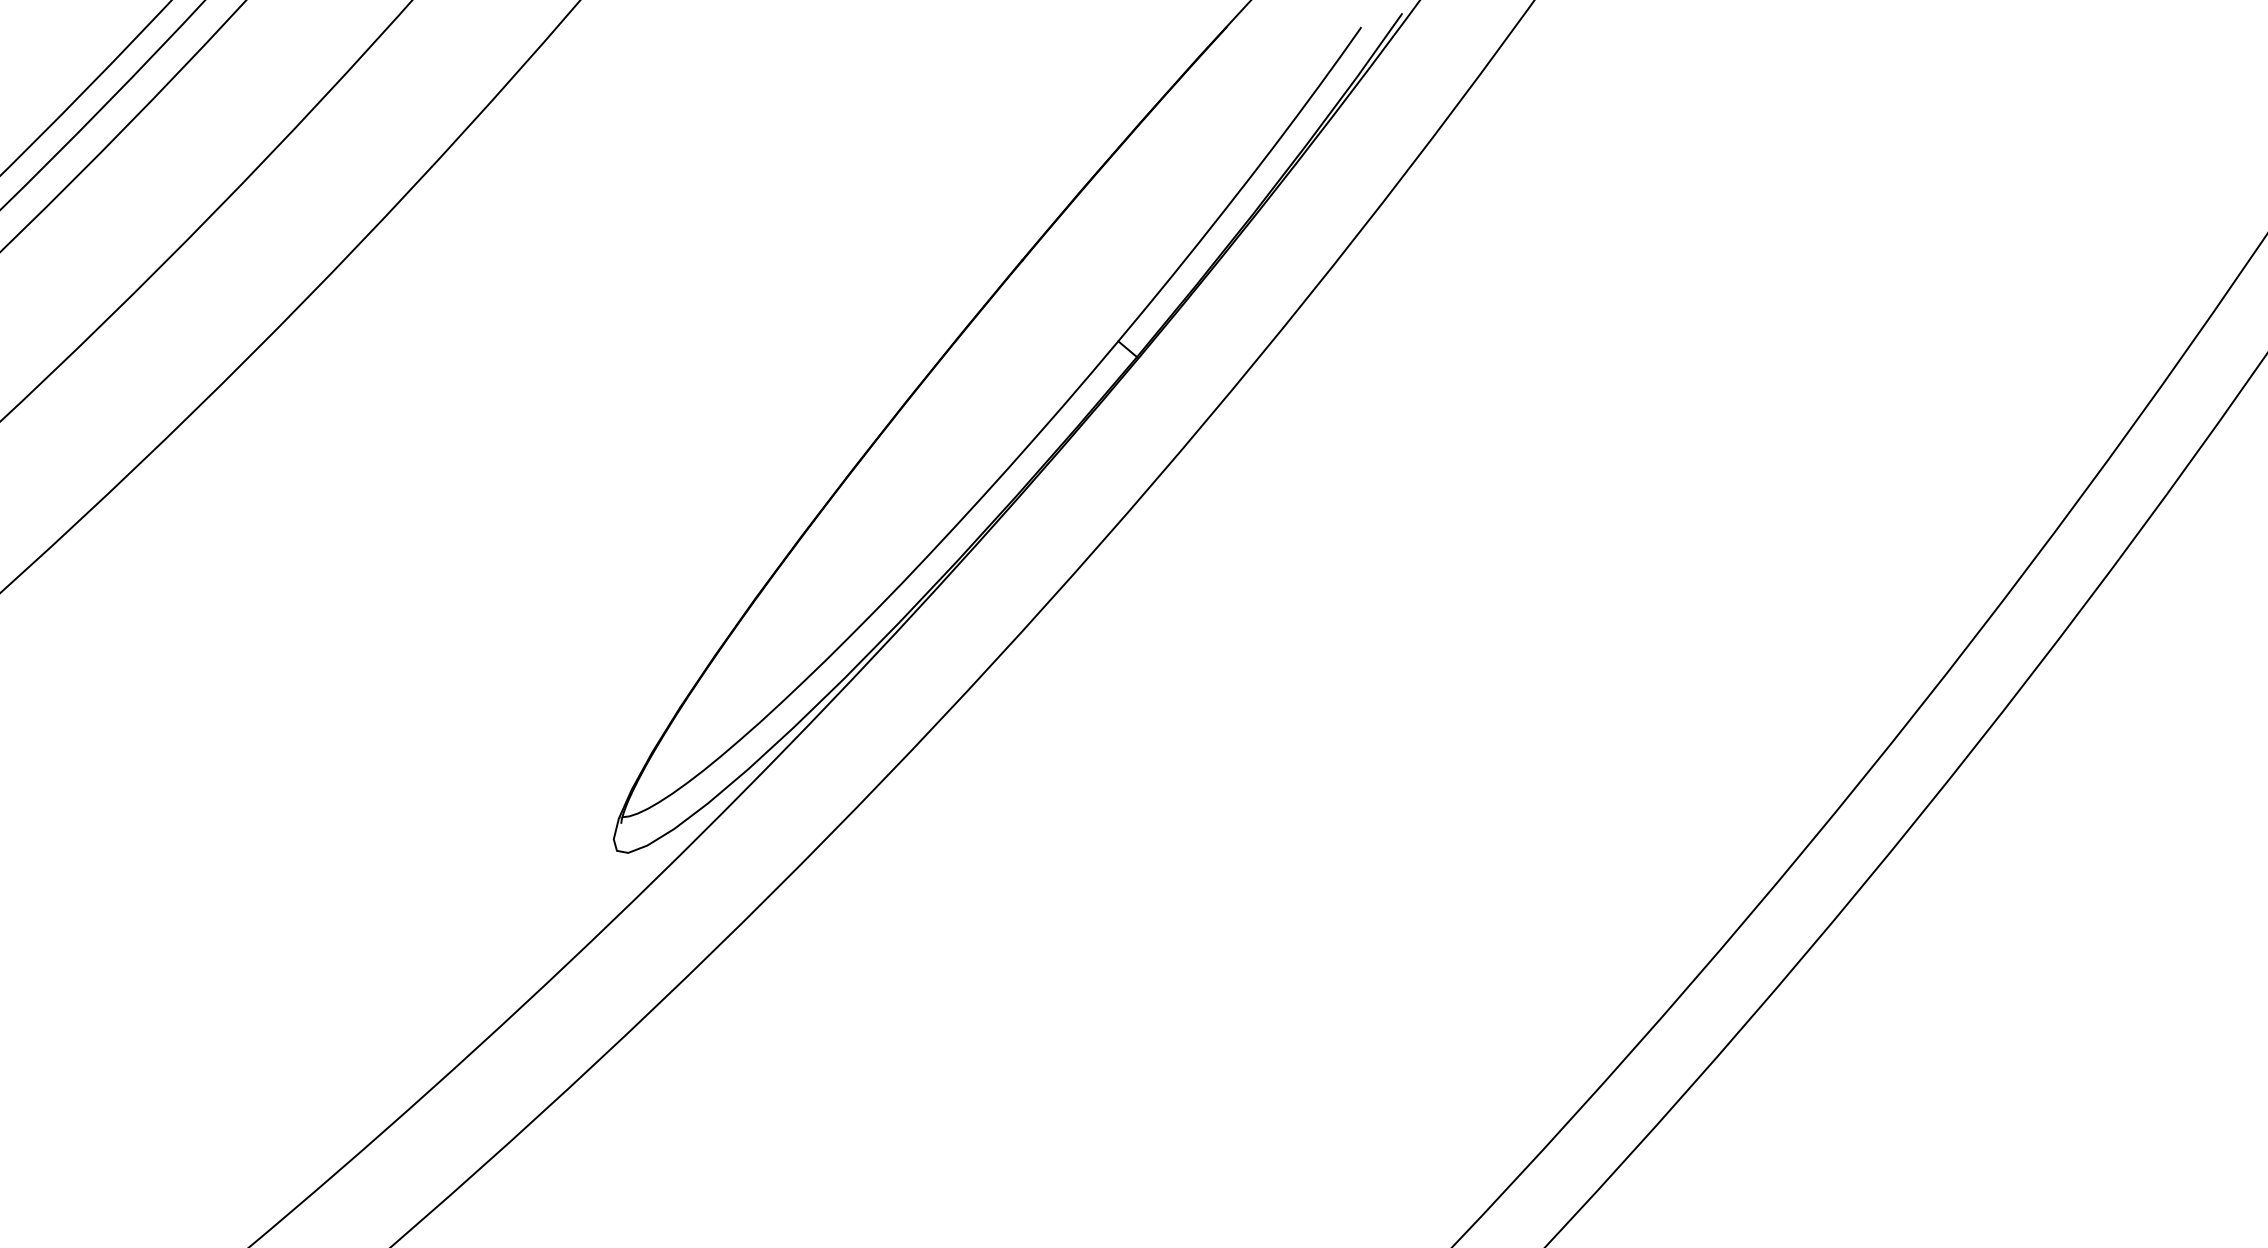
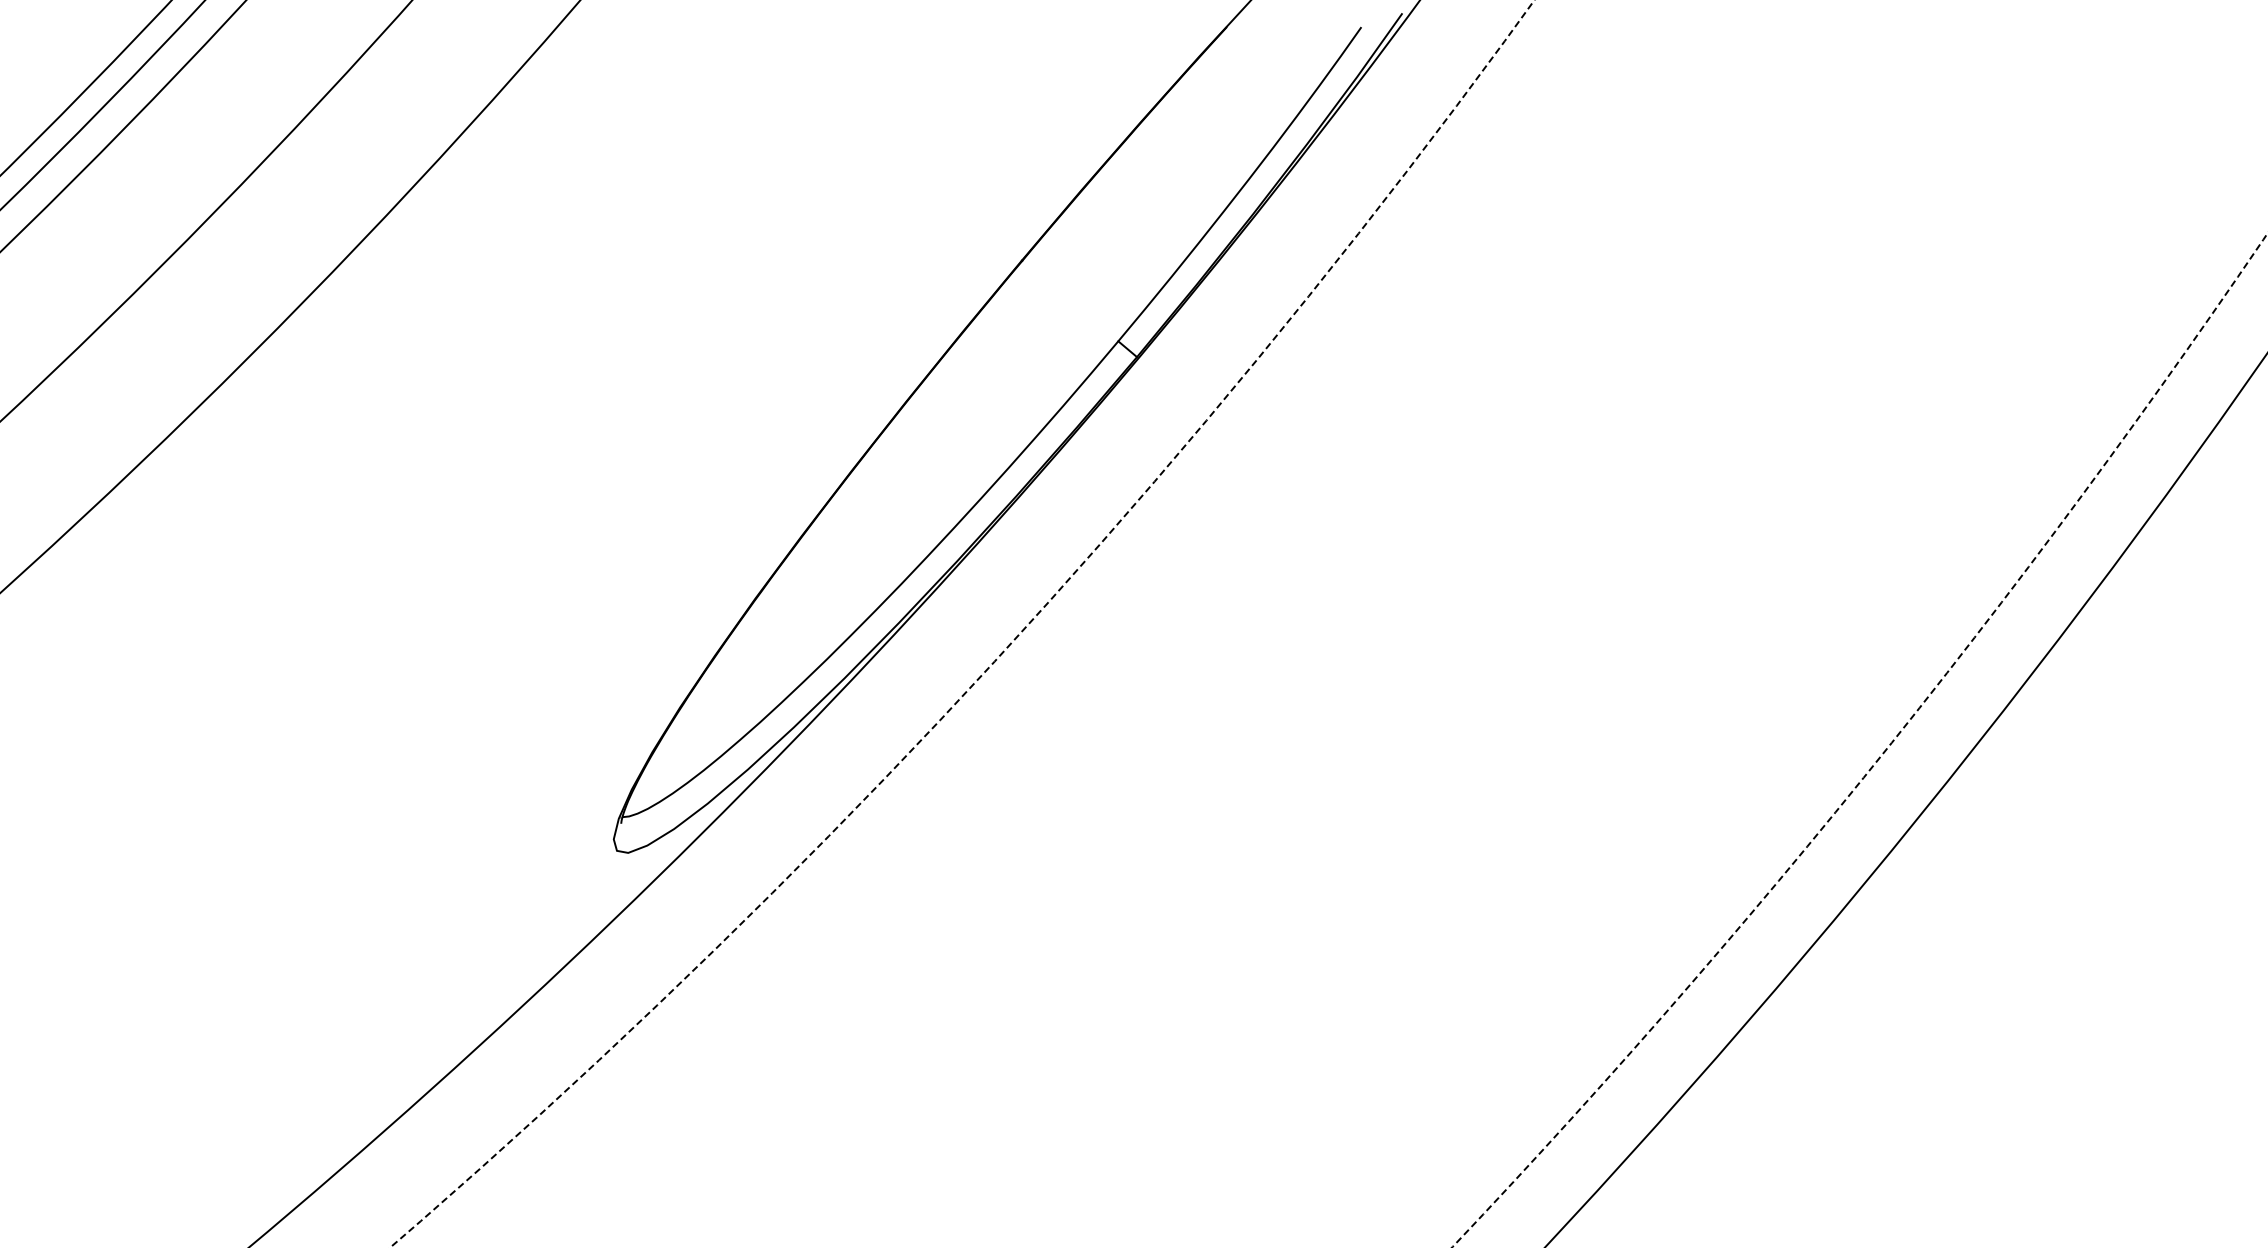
arc at (997, 658): solid -> dashed
arc at (1879, 757): solid -> dashed
